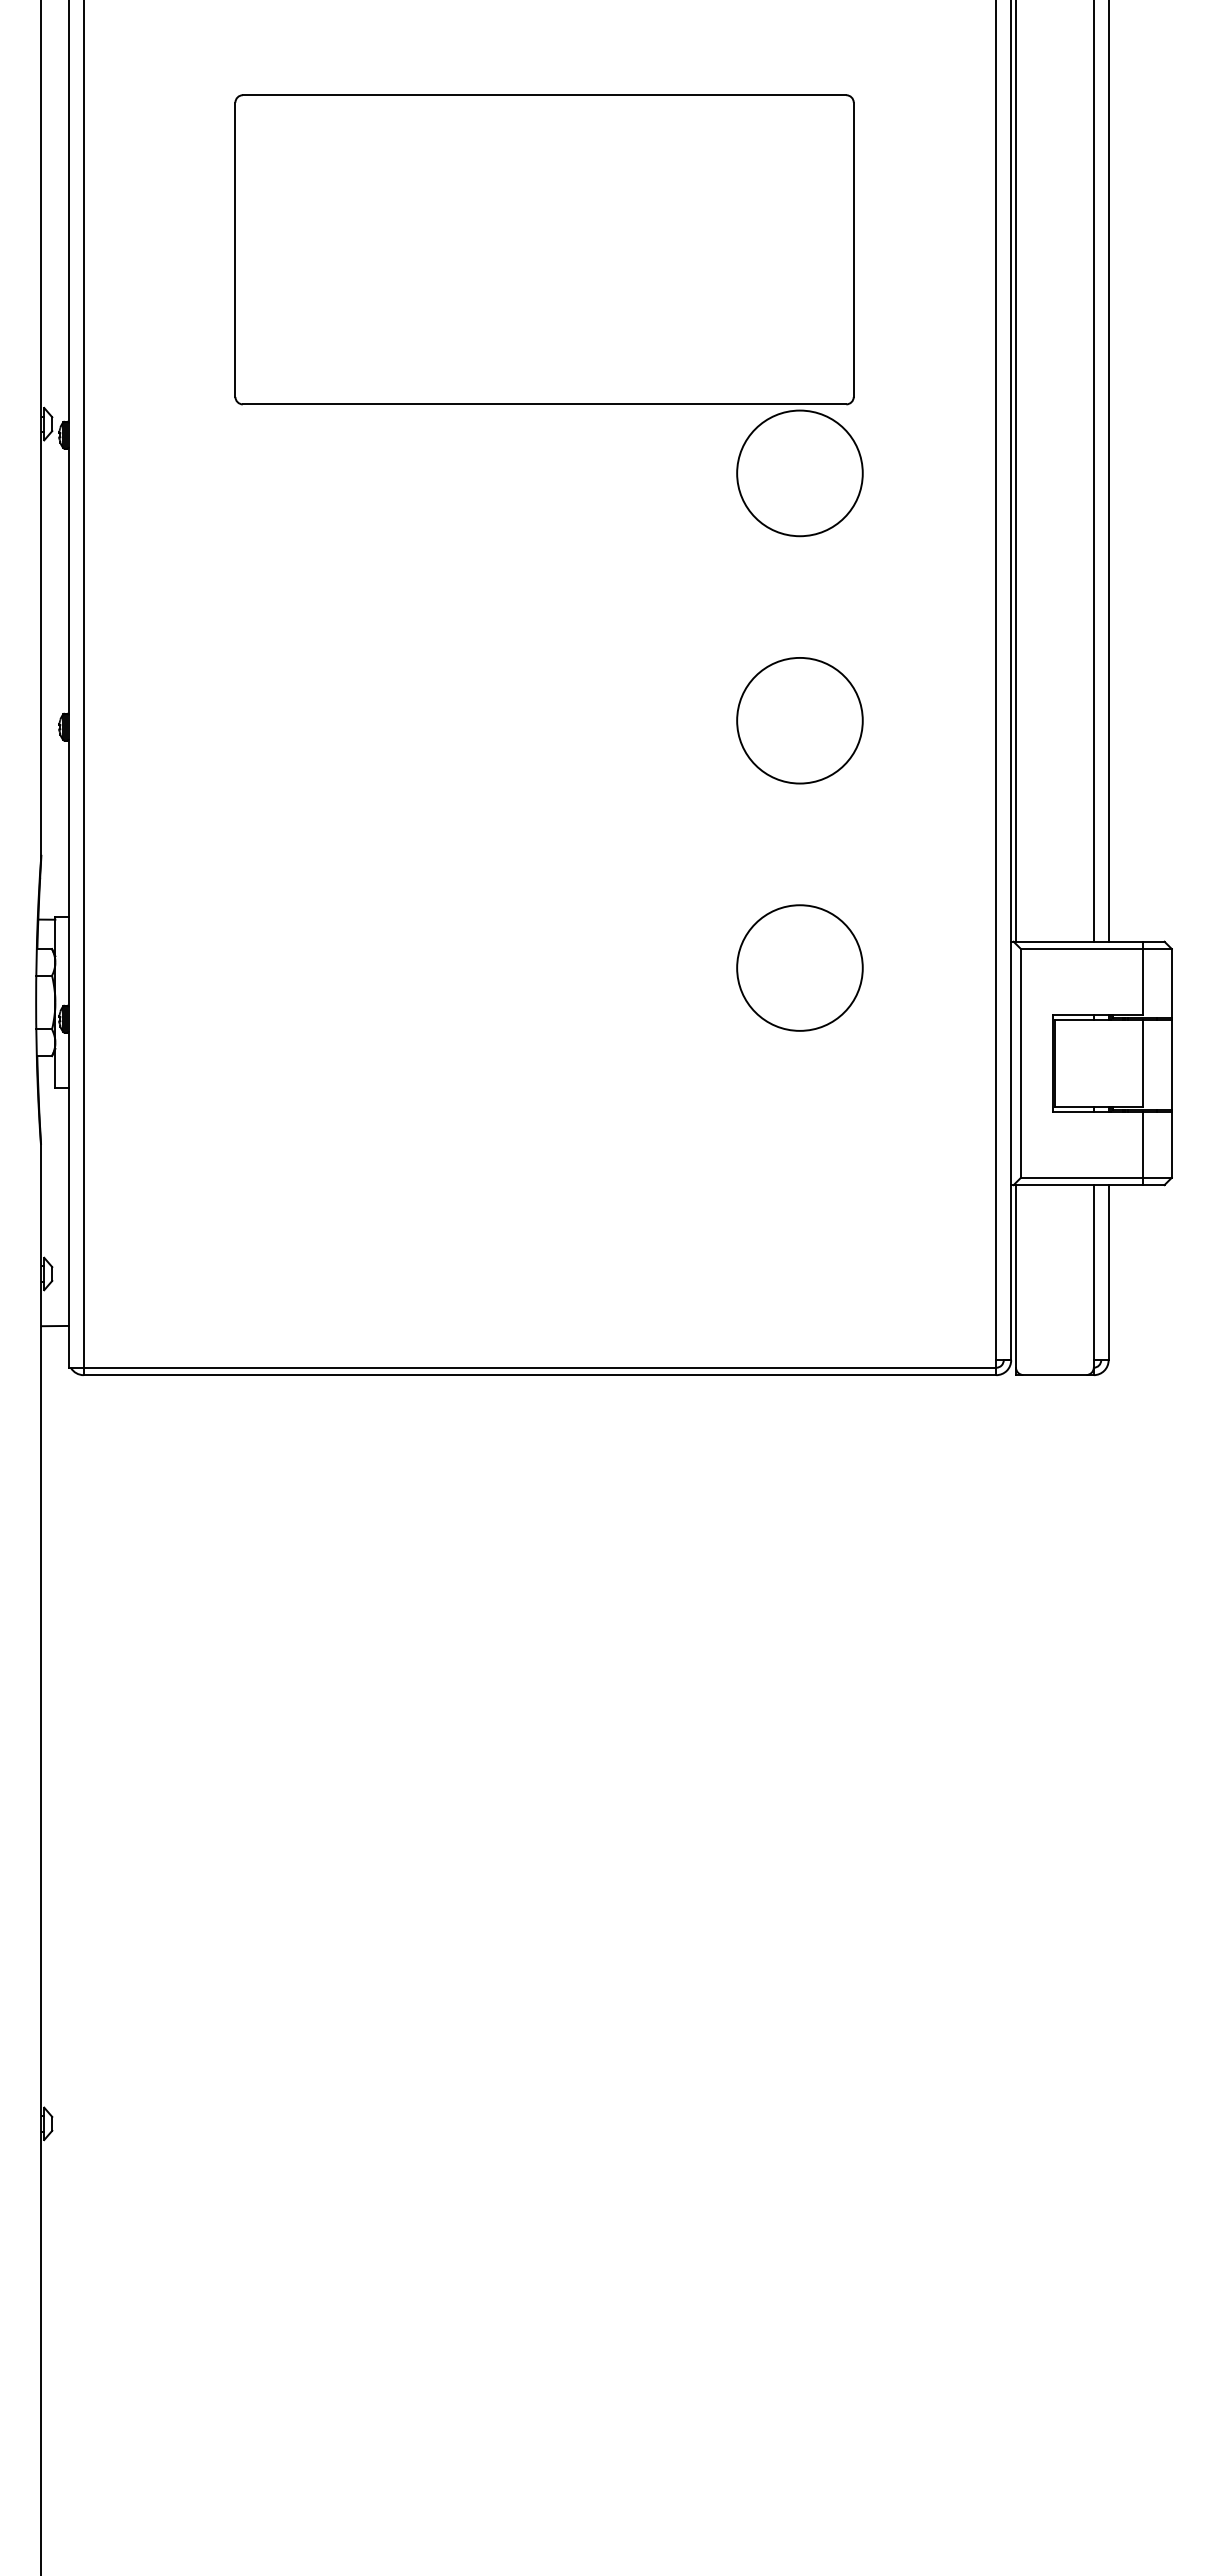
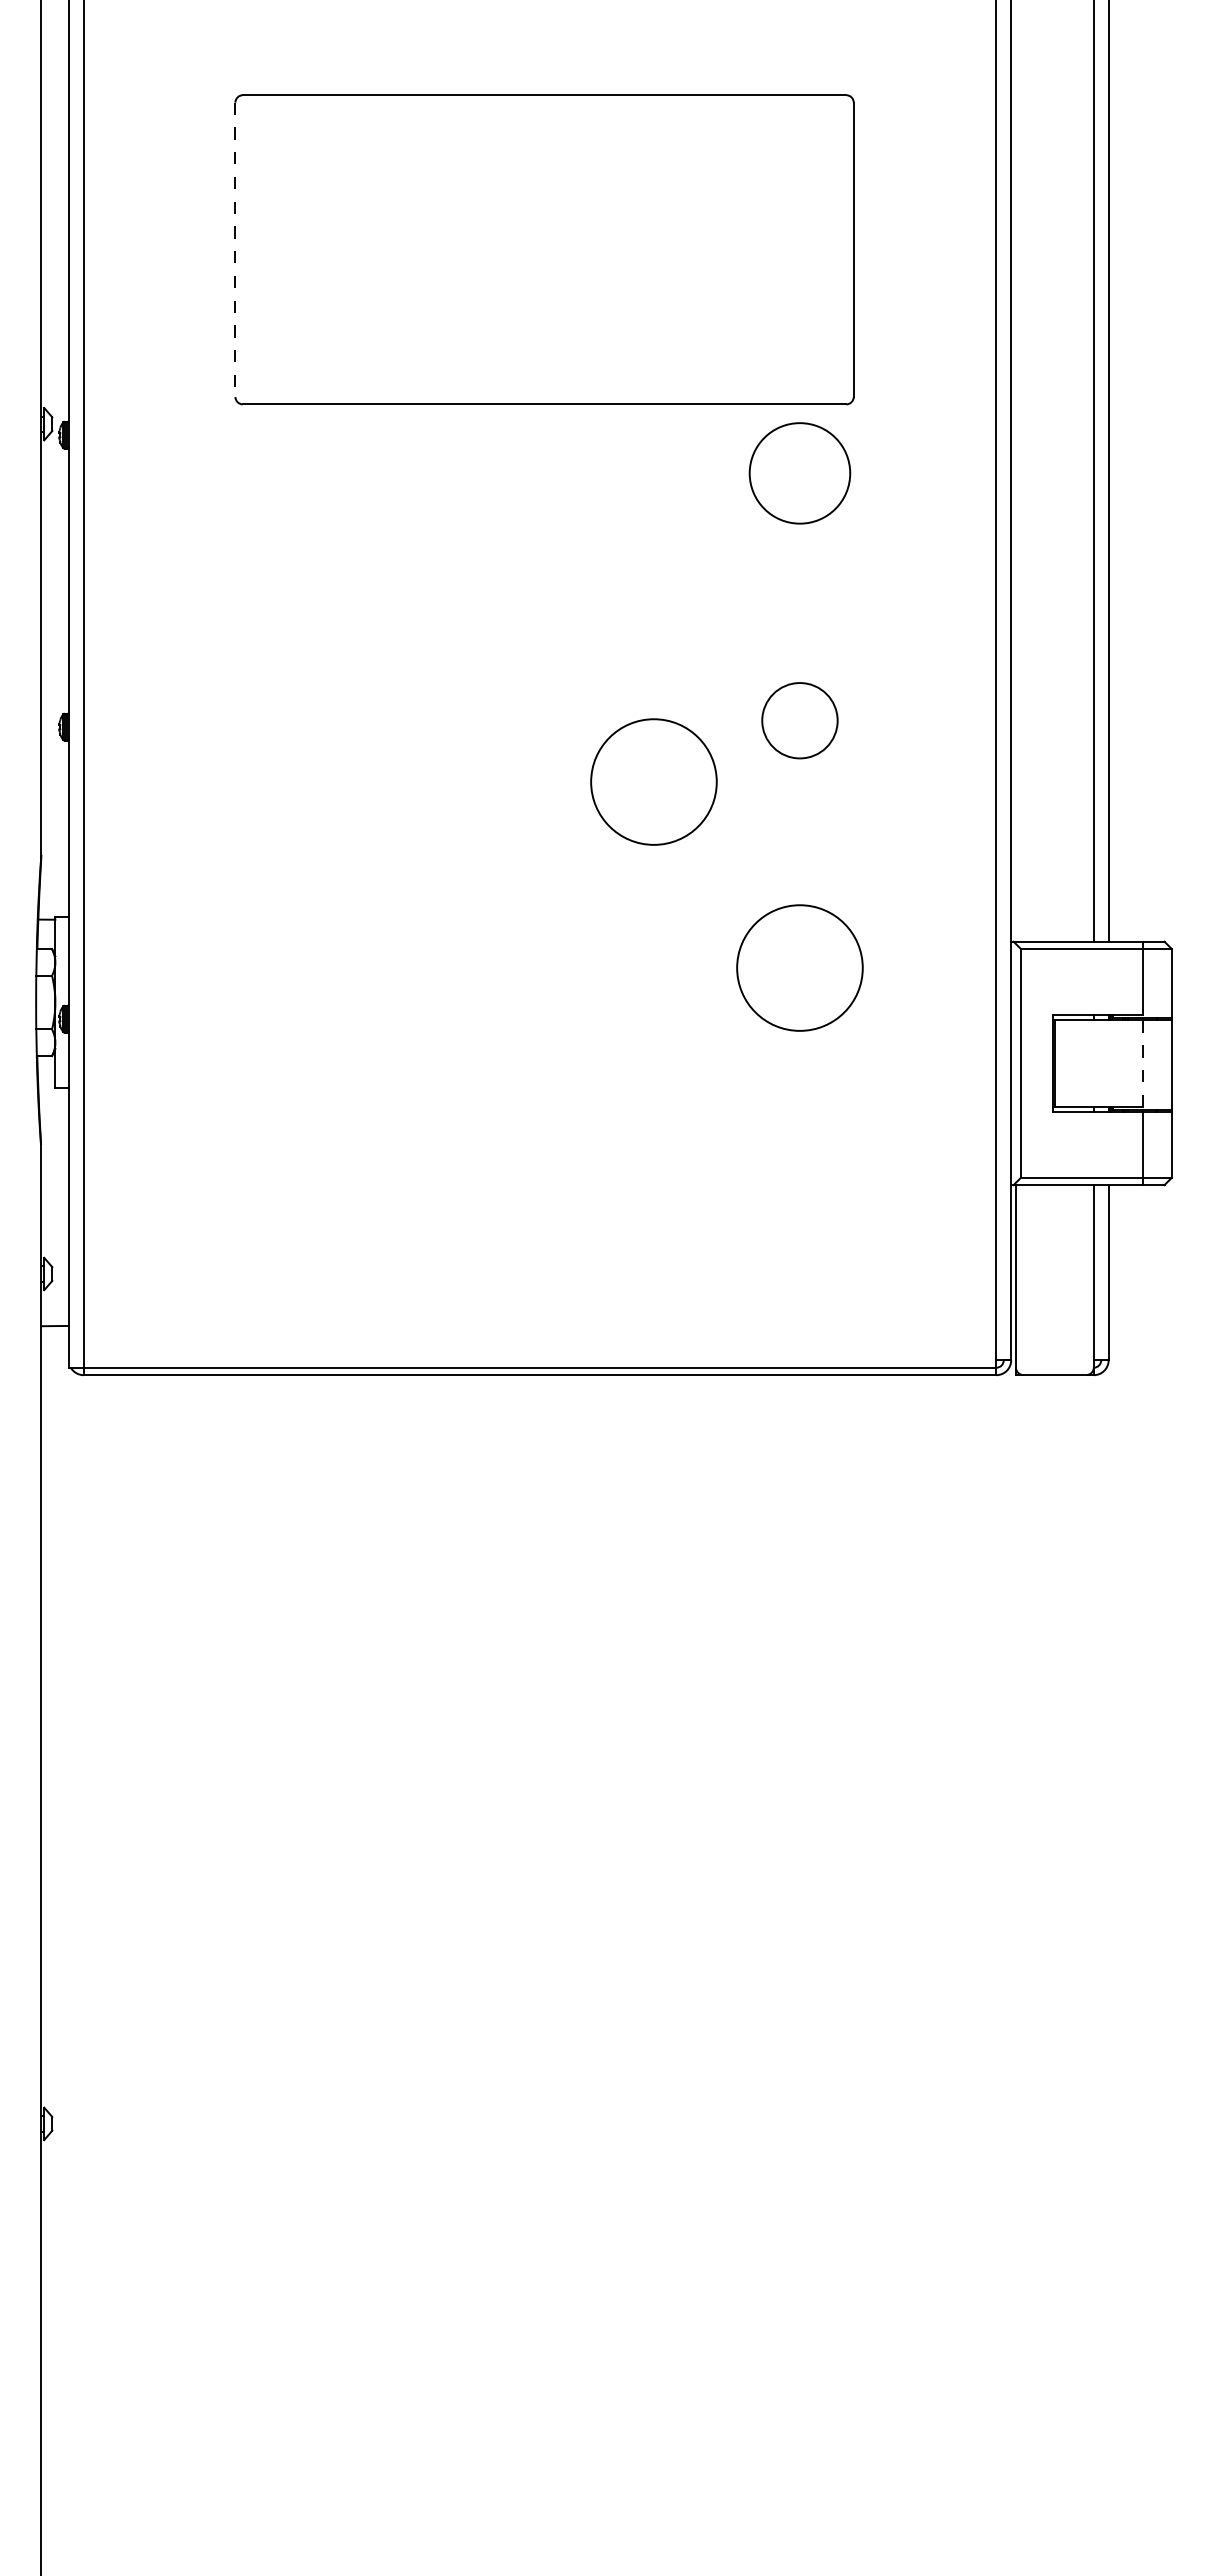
line at (235, 250): solid -> dashed
line at (1016, 471): present -> none
circle at (799, 473) diameter: 126 px -> 101 px
circle at (799, 720) diameter: 126 px -> 75 px
circle at (653, 781): none -> present
line at (1142, 1063): solid -> dashed
